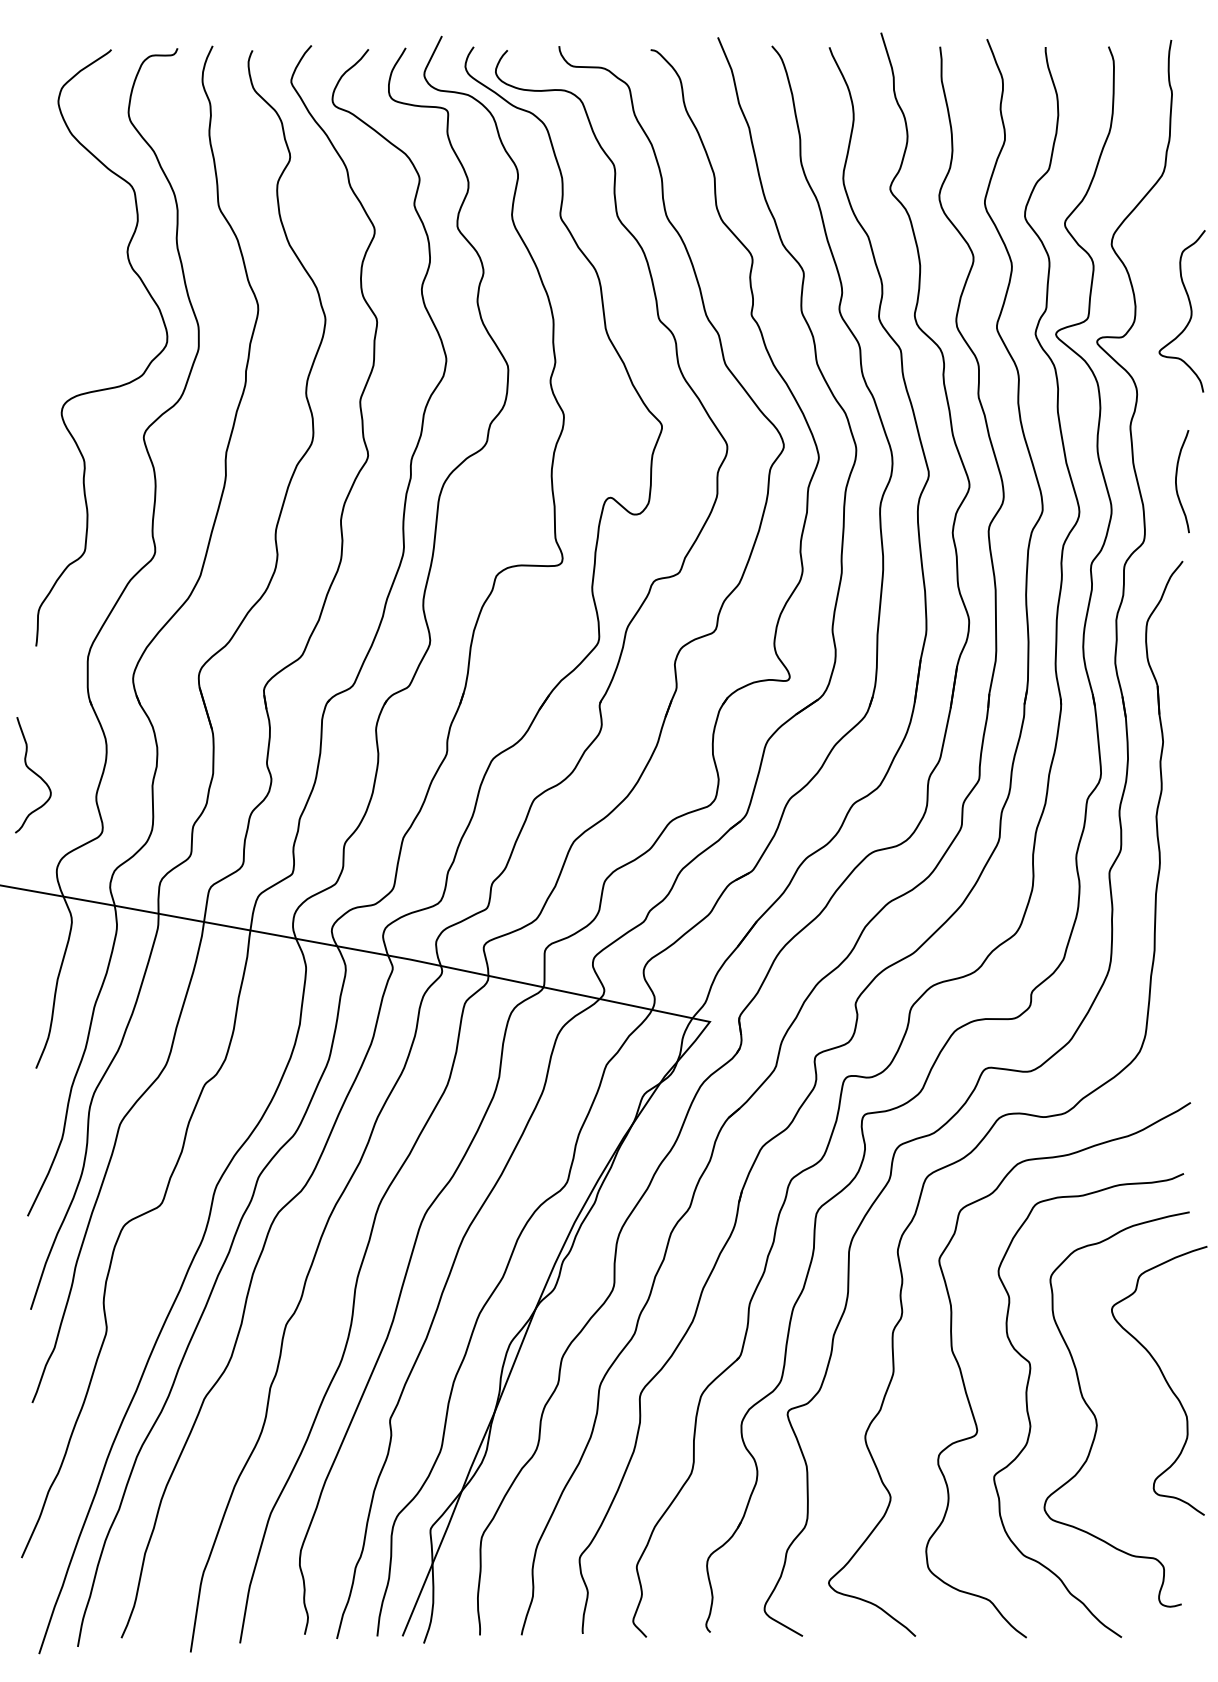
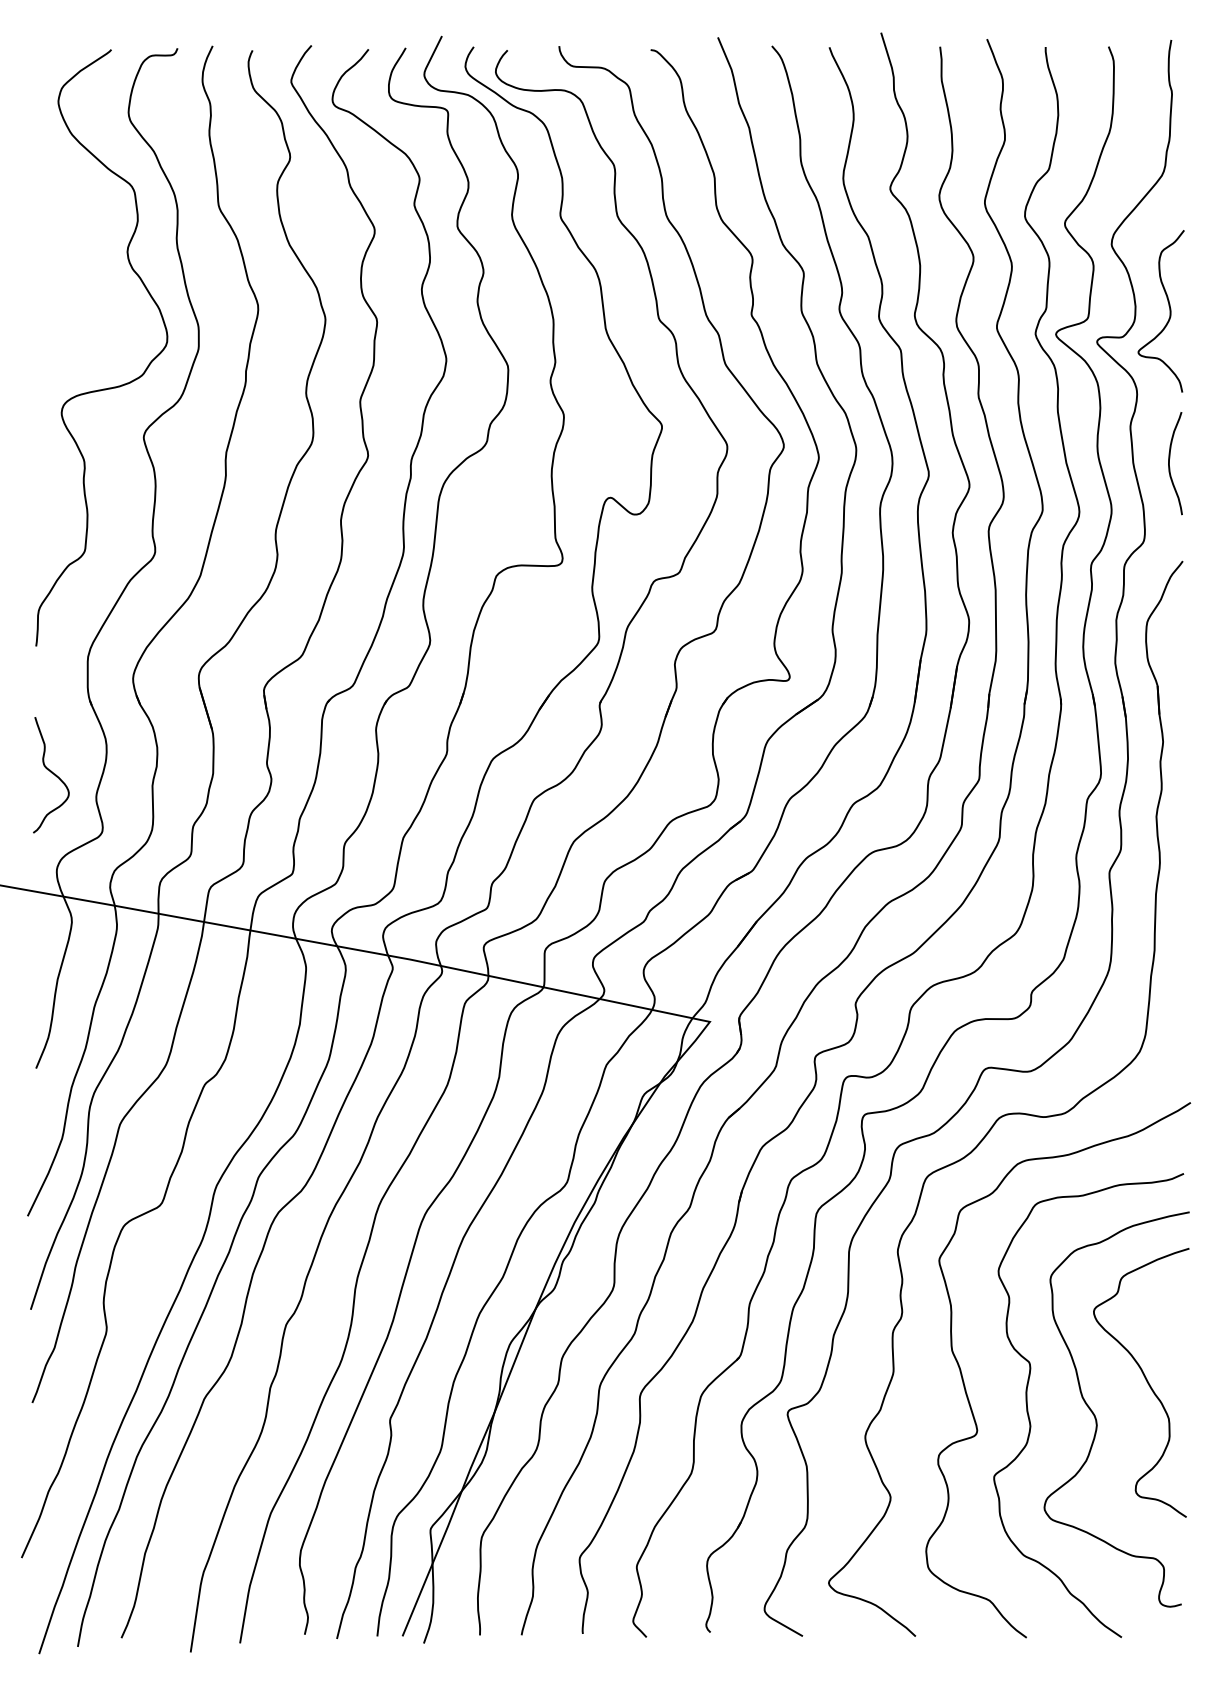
curve at (1190, 311) position: (1190, 311) -> (1169, 311)
curve at (1176, 481) position: (1176, 481) -> (1169, 463)
curve at (33, 773) position: (33, 773) -> (51, 773)
curve at (1163, 1378) position: (1163, 1378) -> (1145, 1380)
